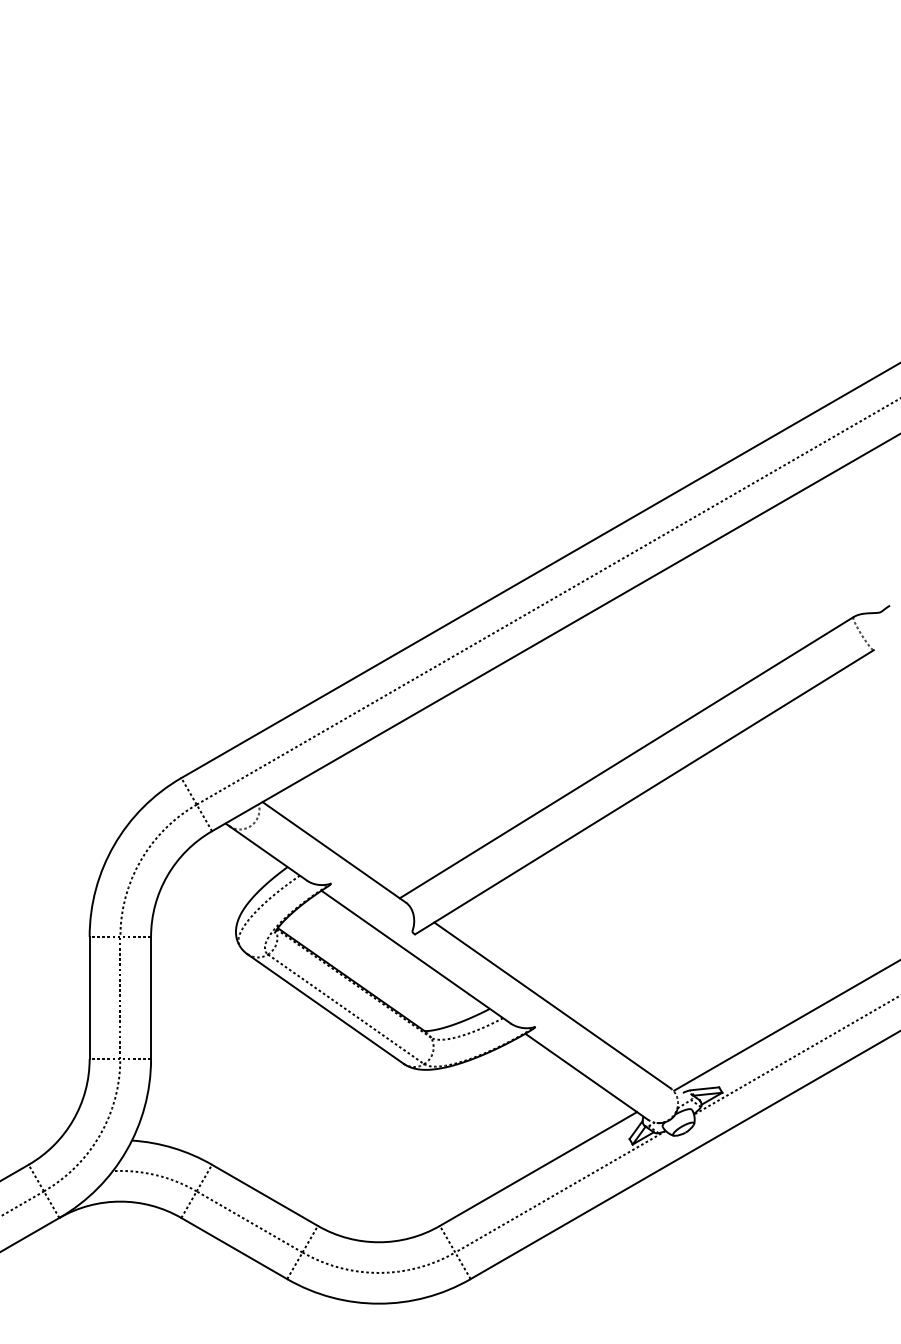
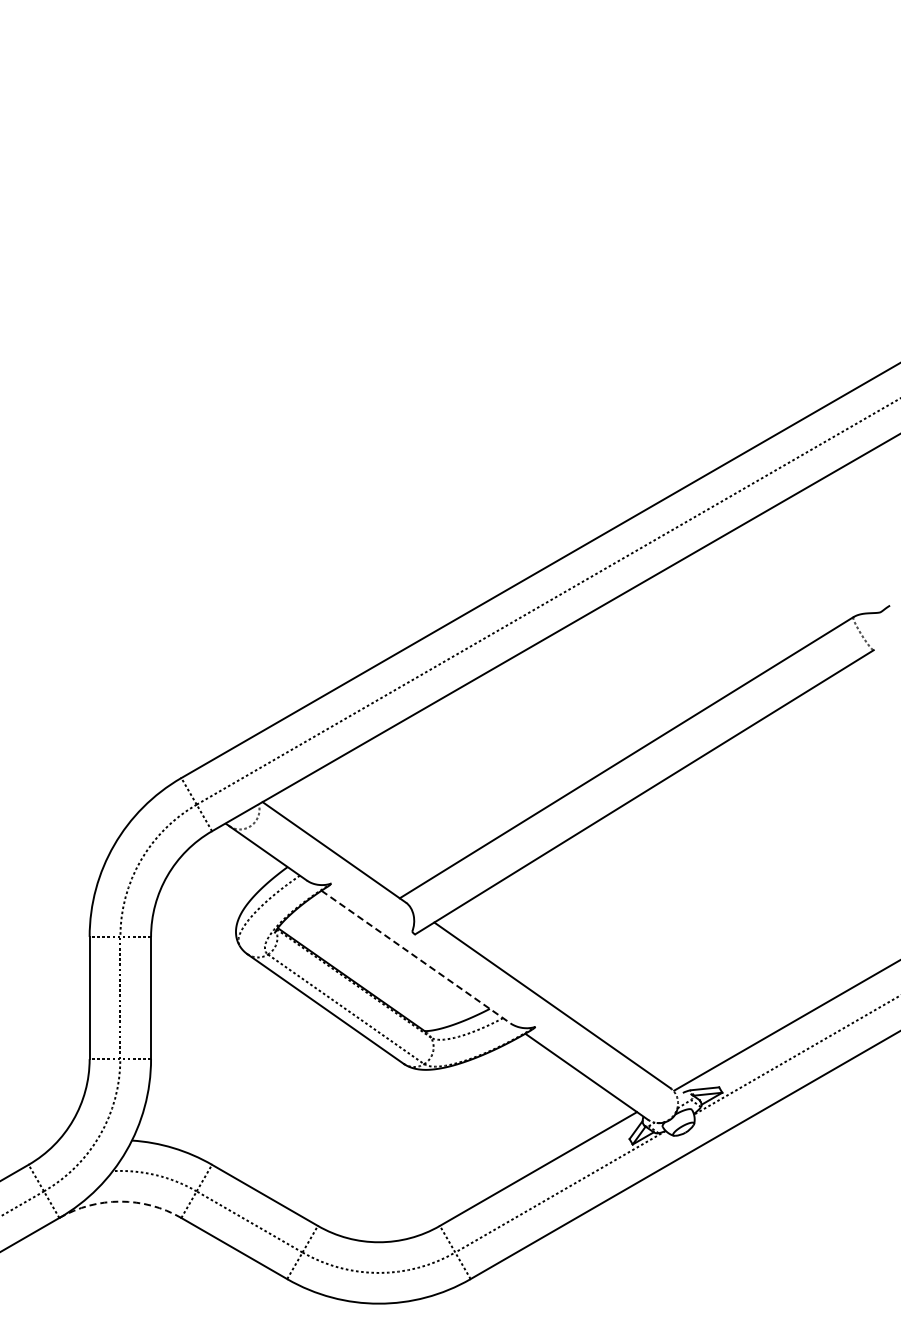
line at (416, 957): solid -> dashed
arc at (120, 1201): solid -> dashed
